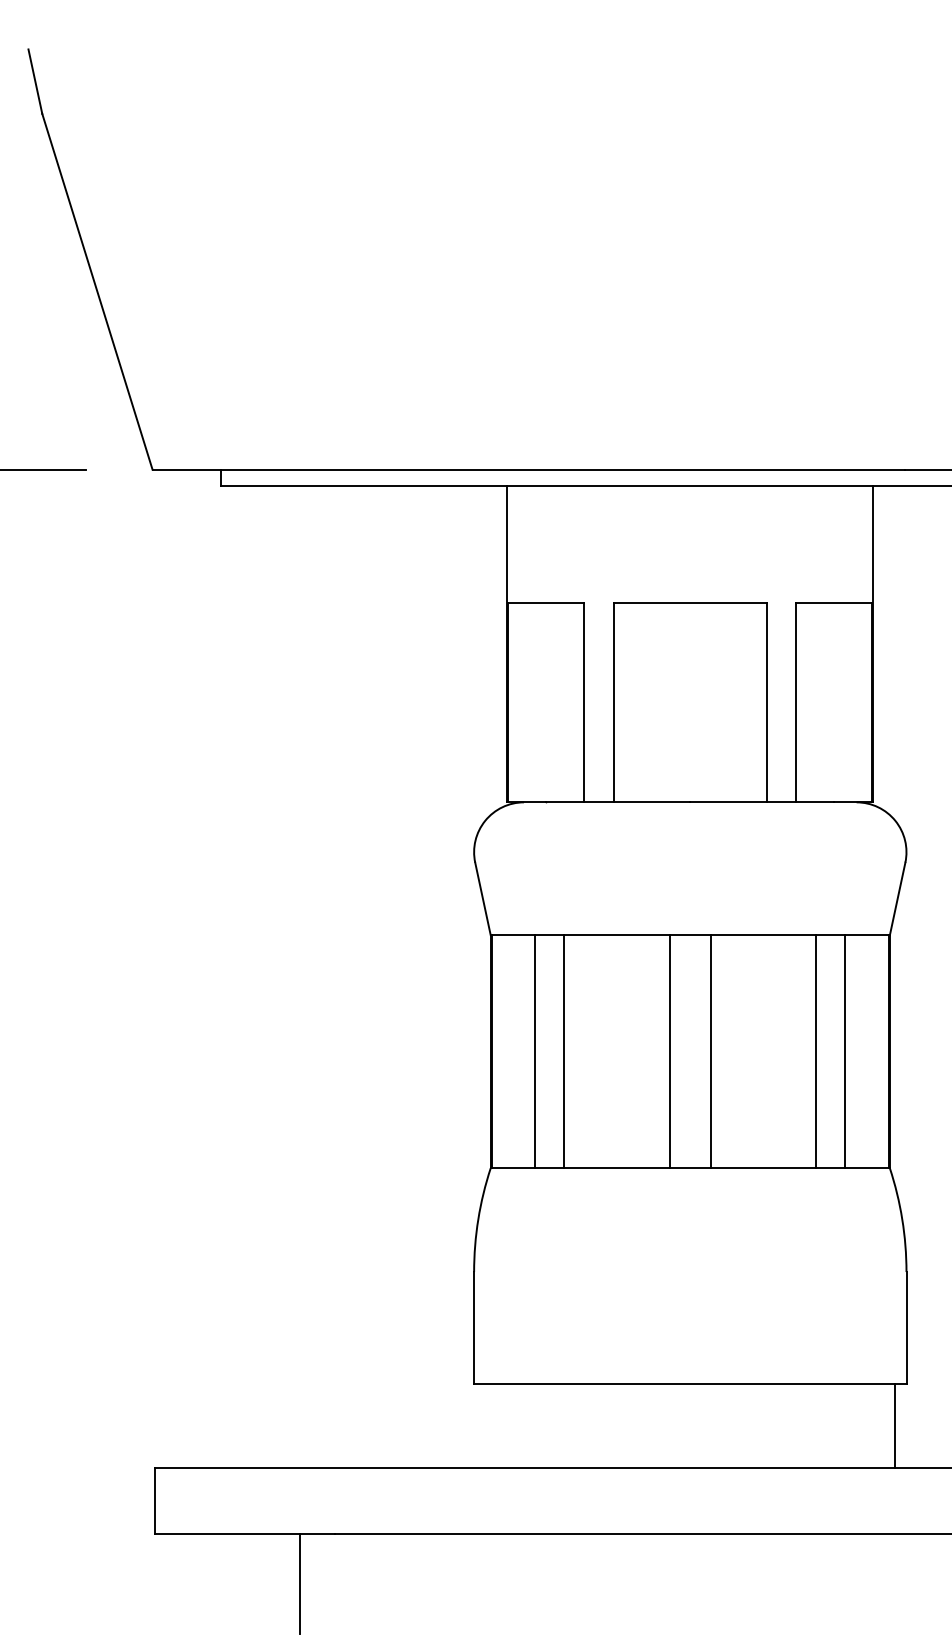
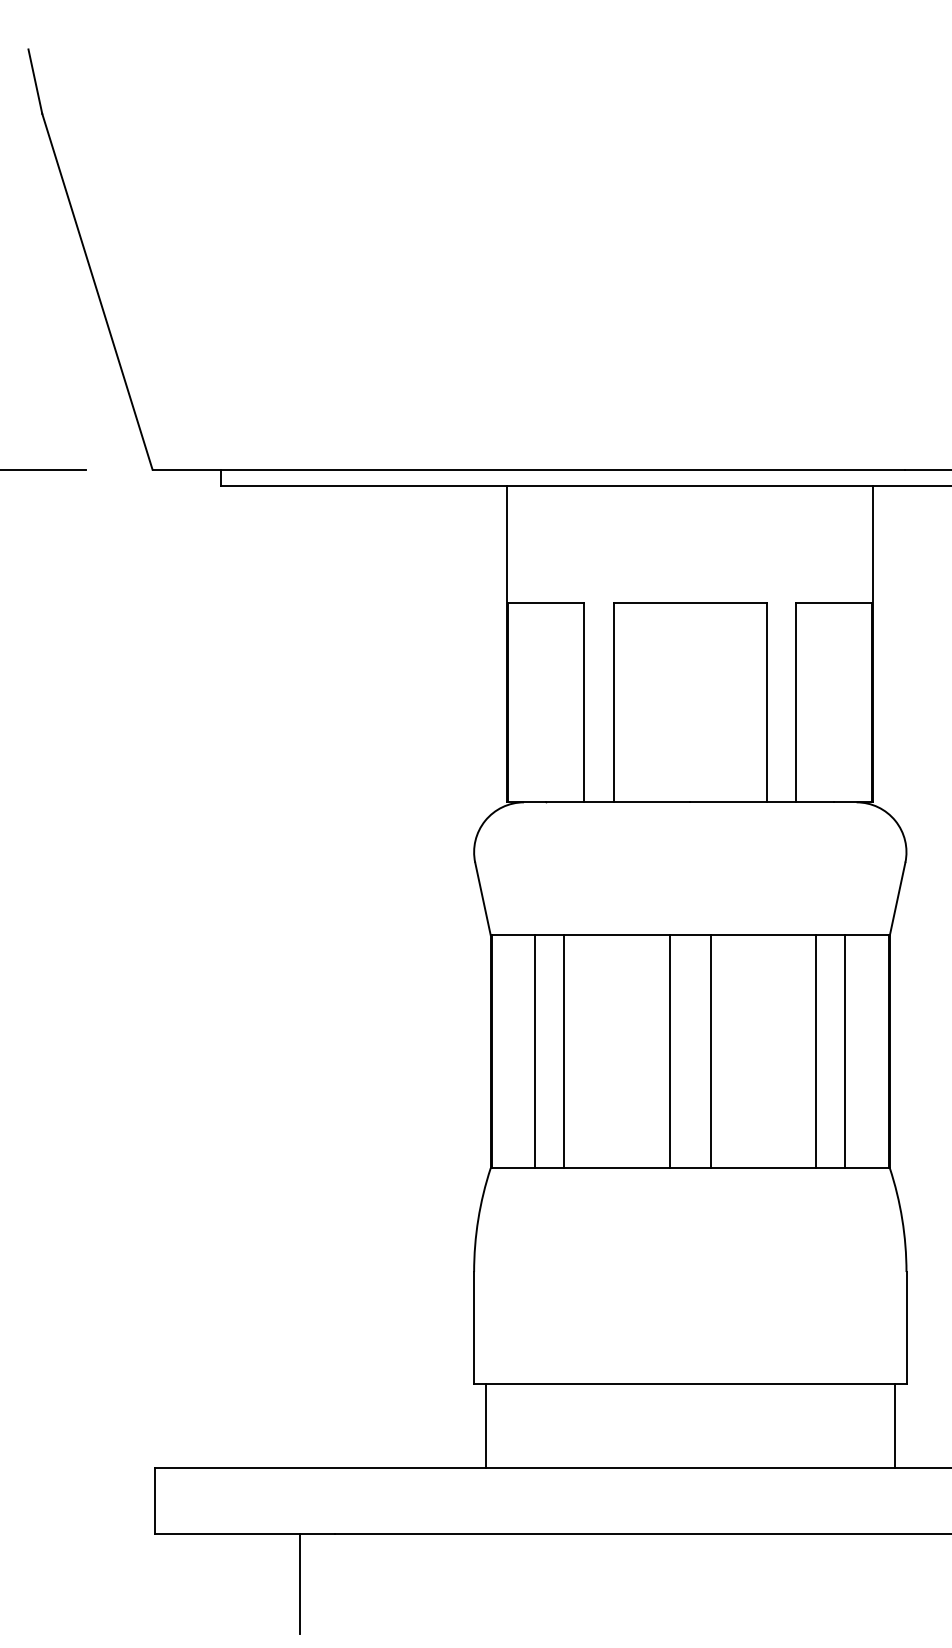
line at (485, 1425): none -> present
